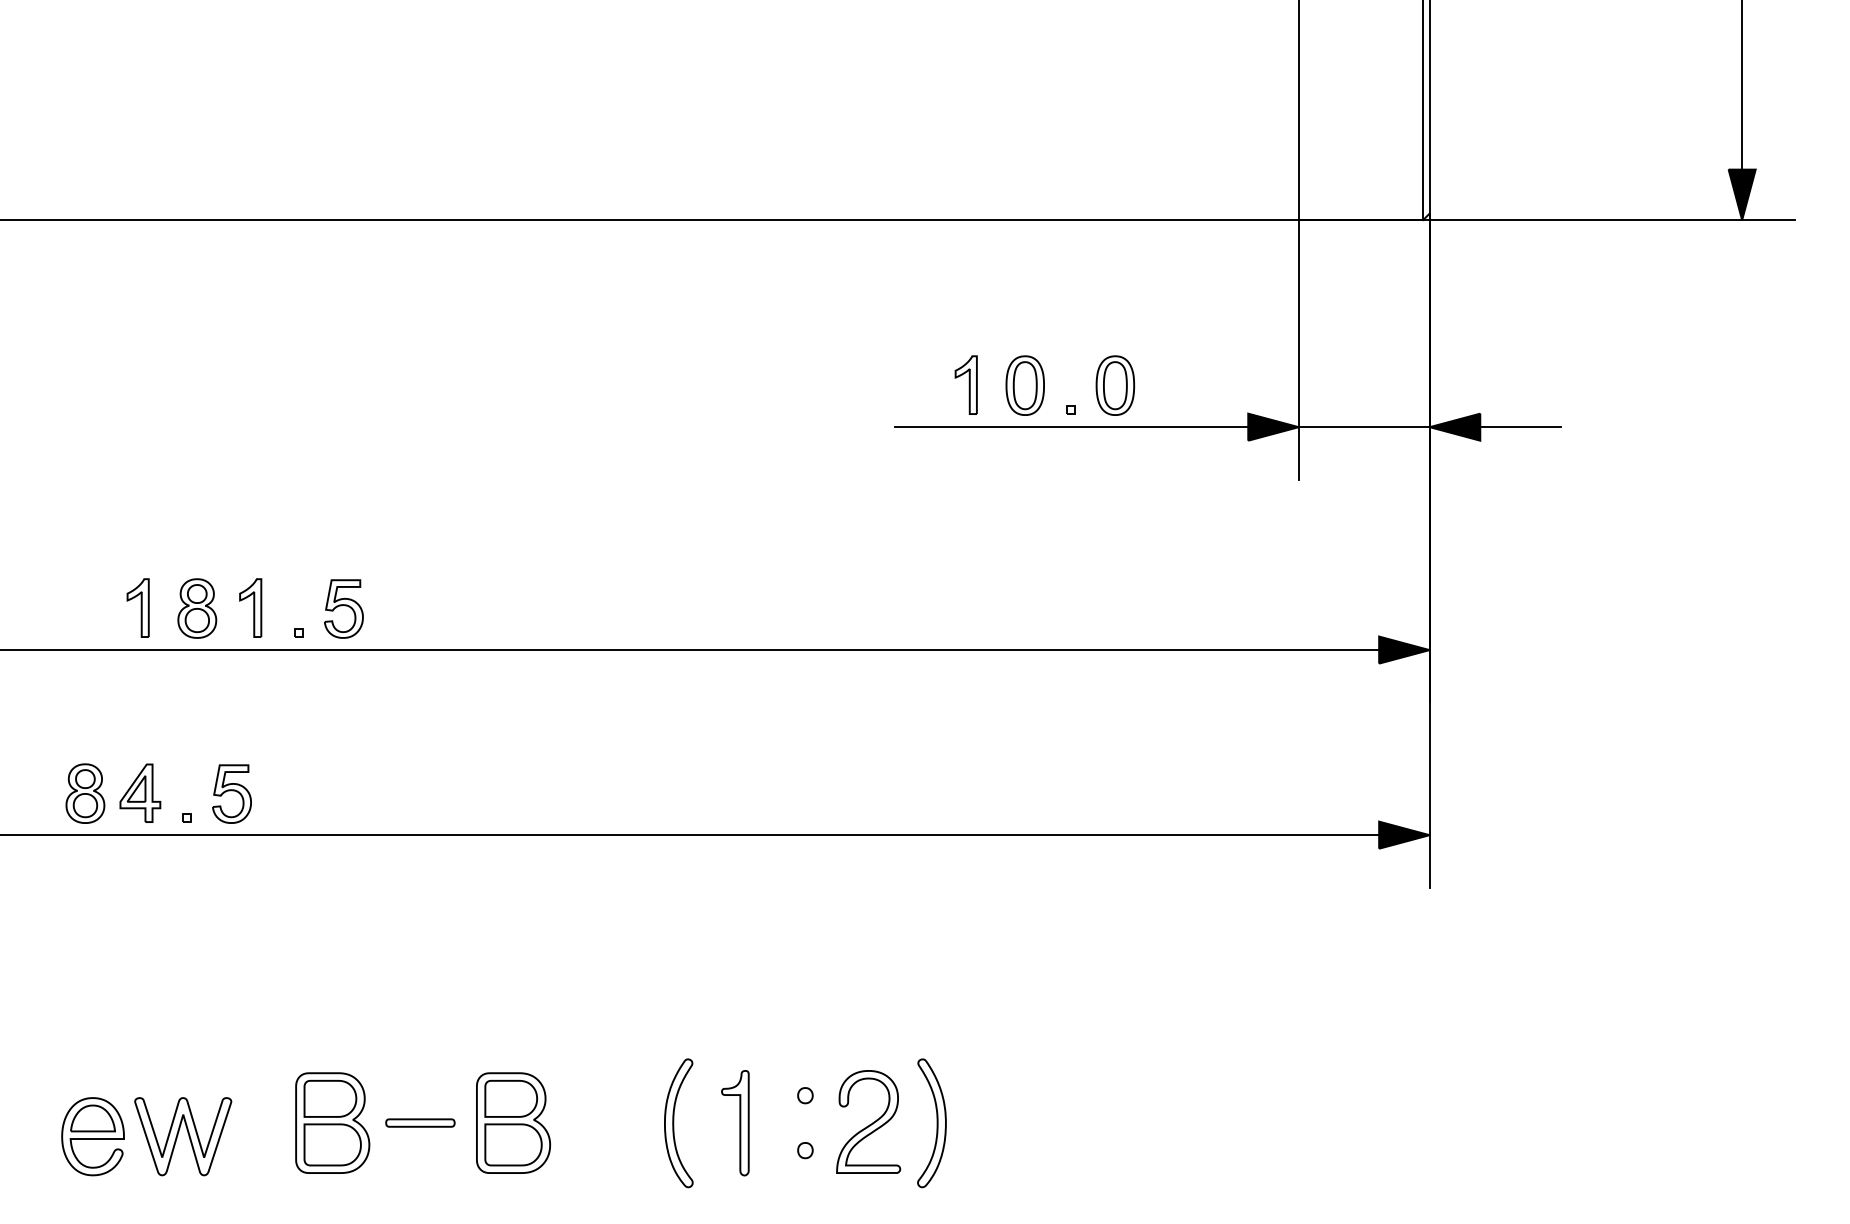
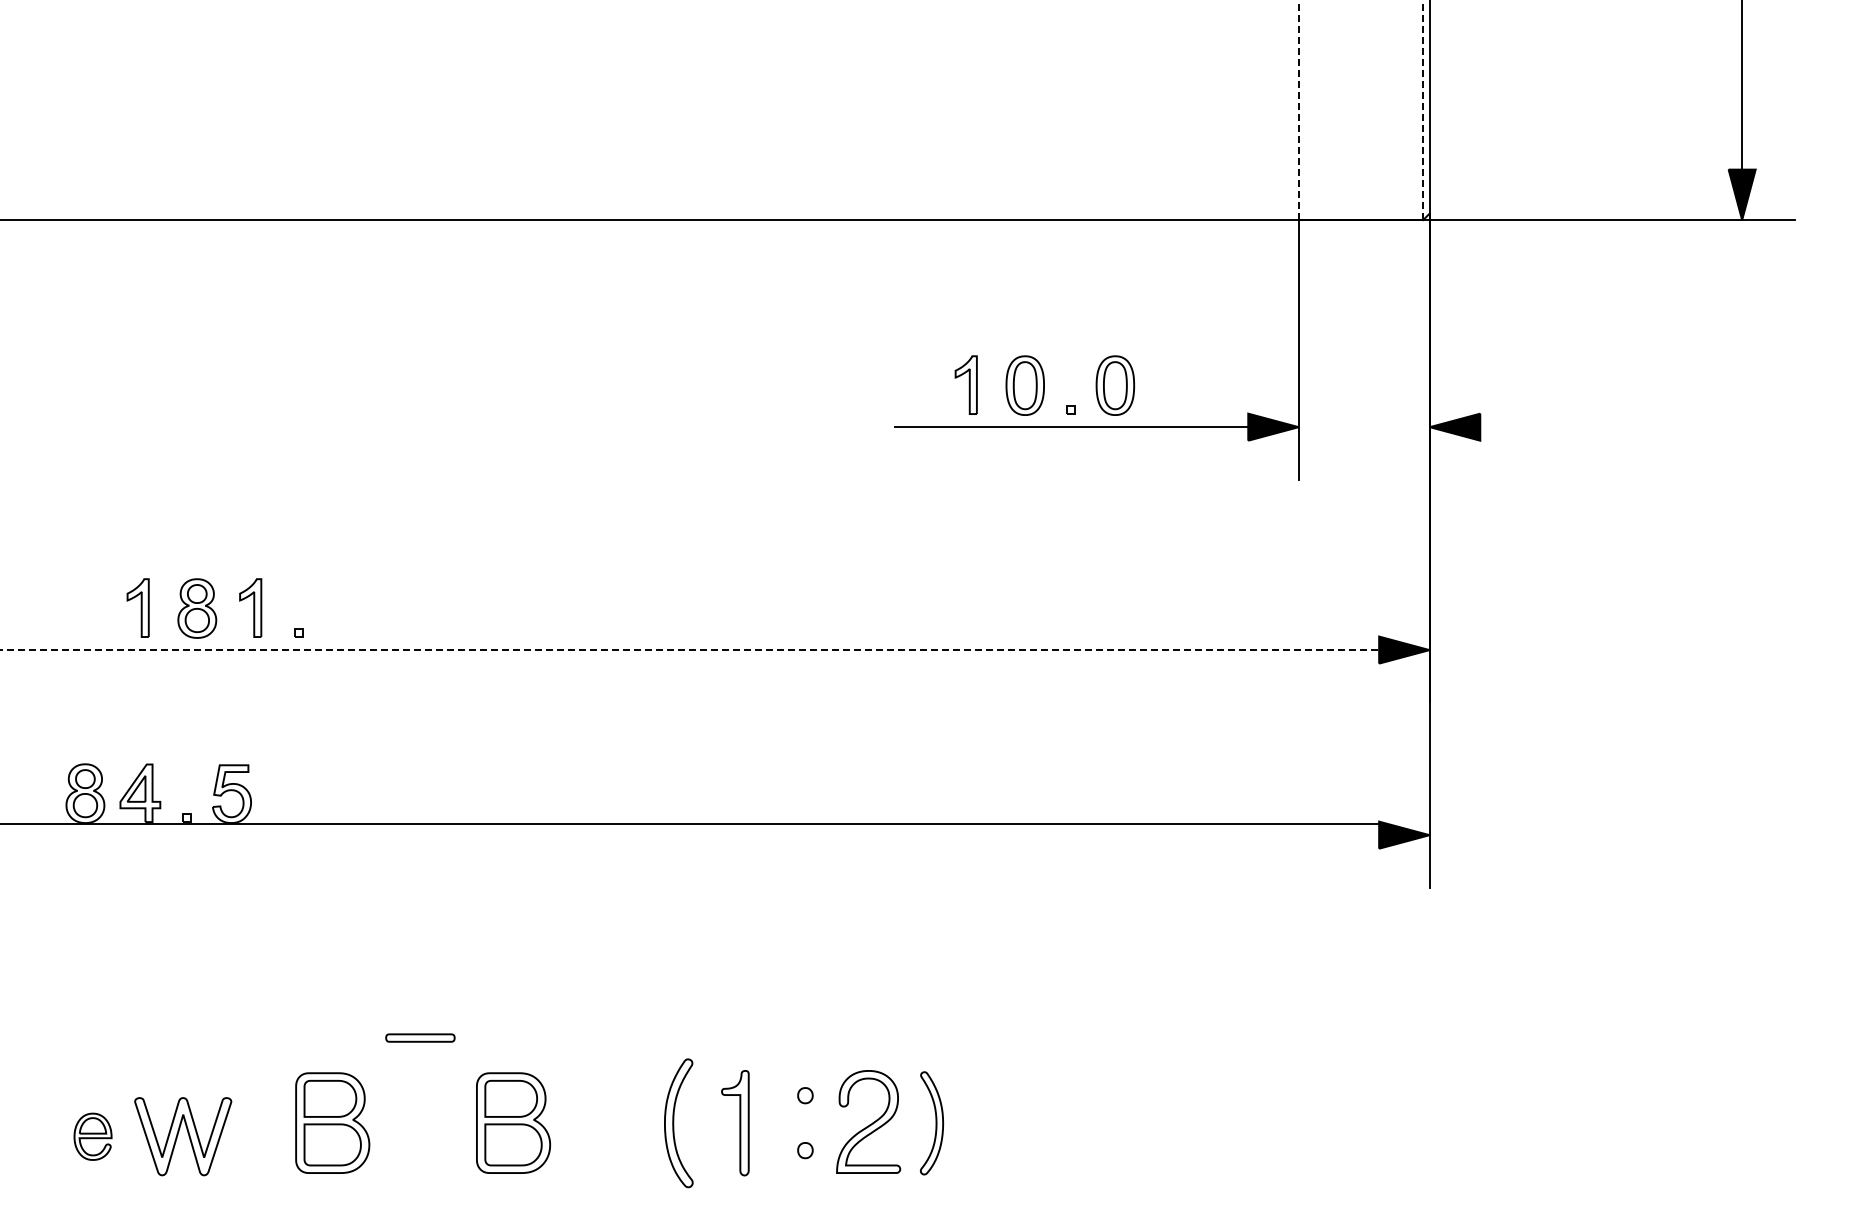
line at (1298, 110): solid -> dashed
line at (1423, 110): solid -> dashed
line at (1363, 427): present -> none
line at (1520, 427): present -> none
part at (343, 608): present -> none
line at (690, 650): solid -> dashed
line at (690, 835) position: (690, 835) -> (690, 824)
part at (420, 1122) position: (420, 1122) -> (420, 1037)
part at (931, 1123) size: 30x131 px -> 25x105 px
part at (92, 1136) size: 64x80 px -> 40x49 px
